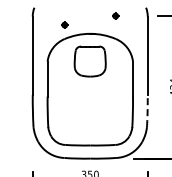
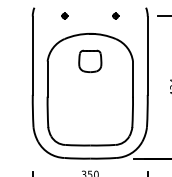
part at (64, 24) position: (64, 24) -> (64, 15)
part at (89, 61) size: 34x33 px -> 25x24 px
arc at (147, 111): dashed -> solid
